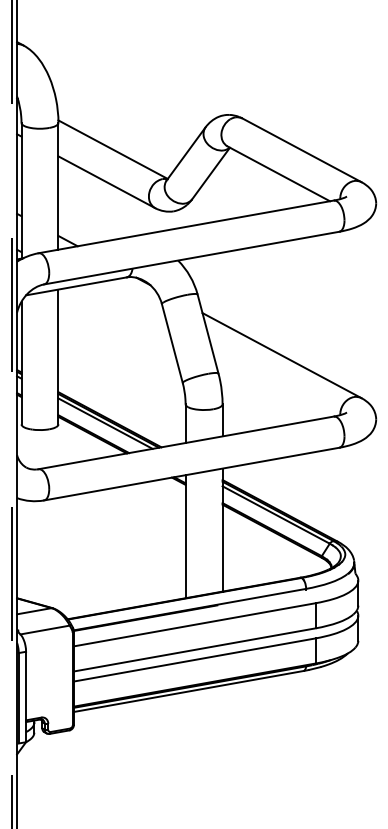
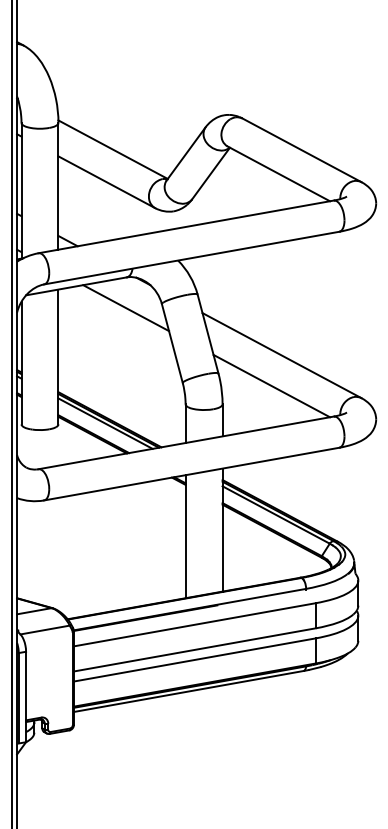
line at (126, 308): none -> present
line at (271, 385): none -> present
line at (11, 413): dashed -> solid
